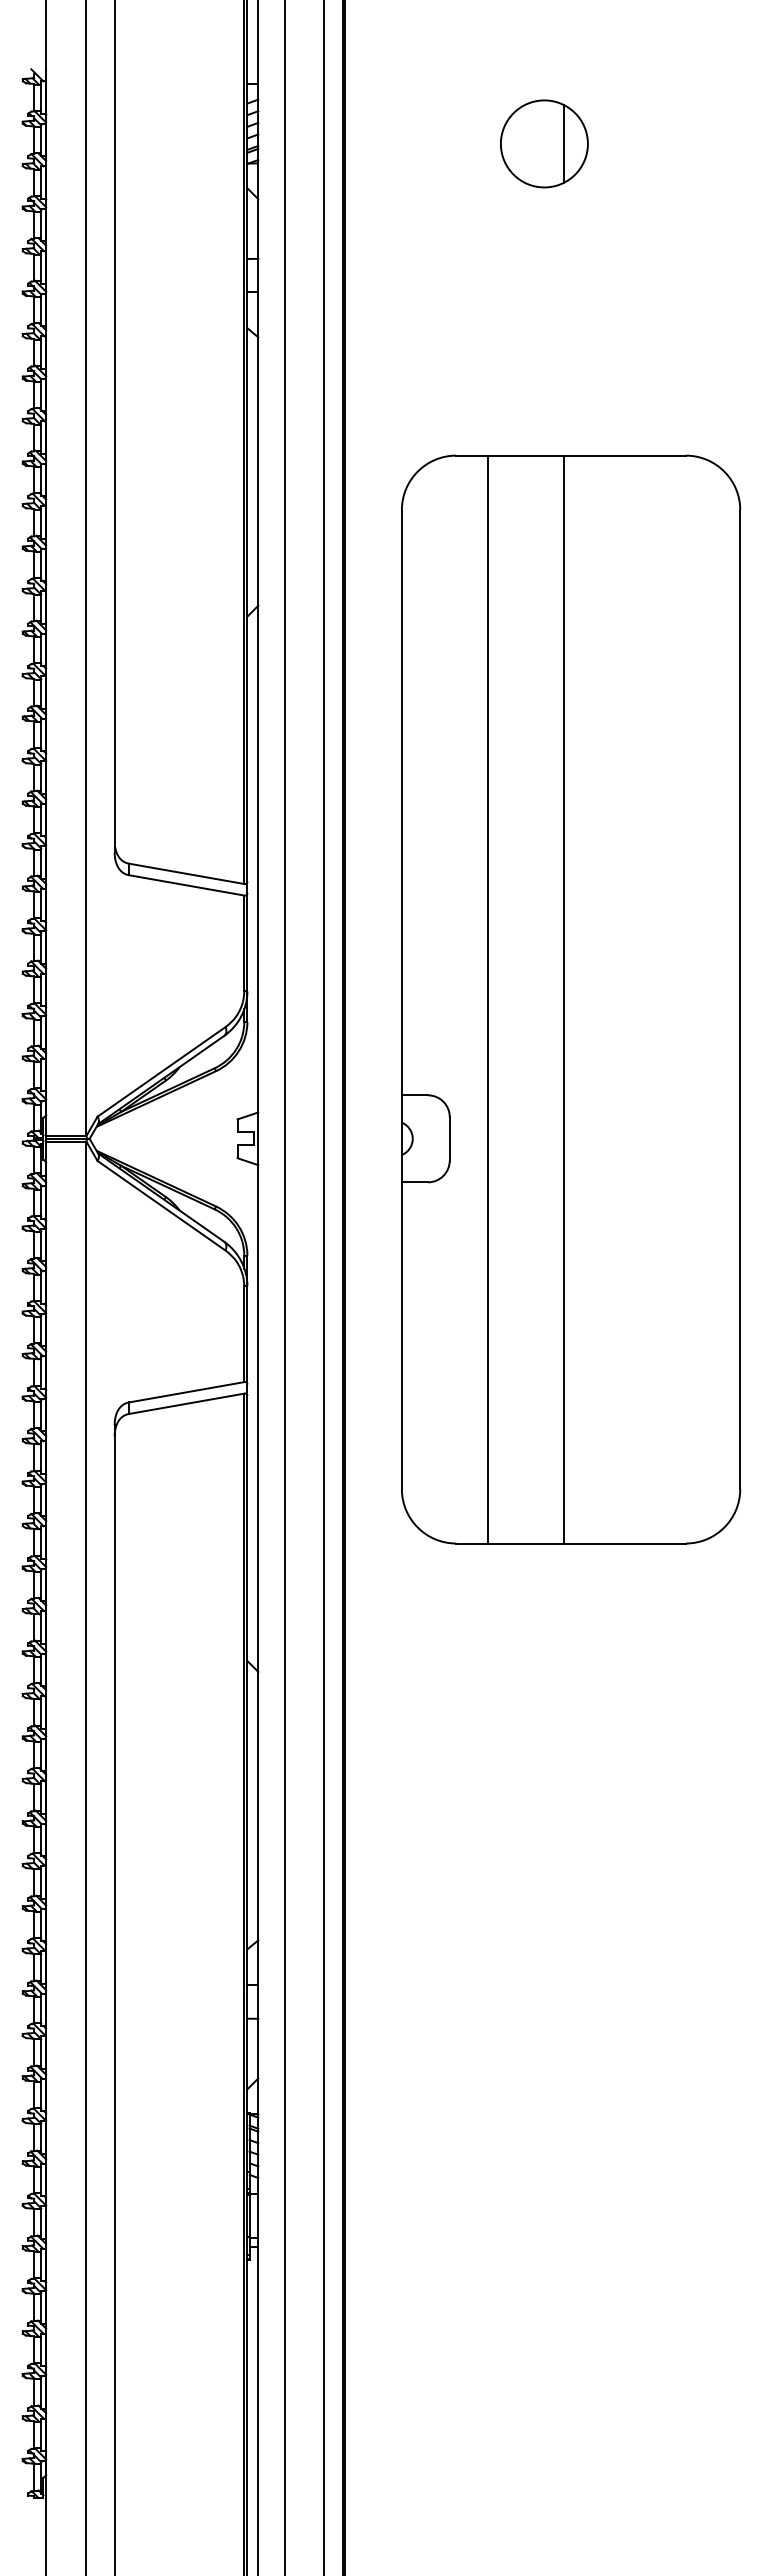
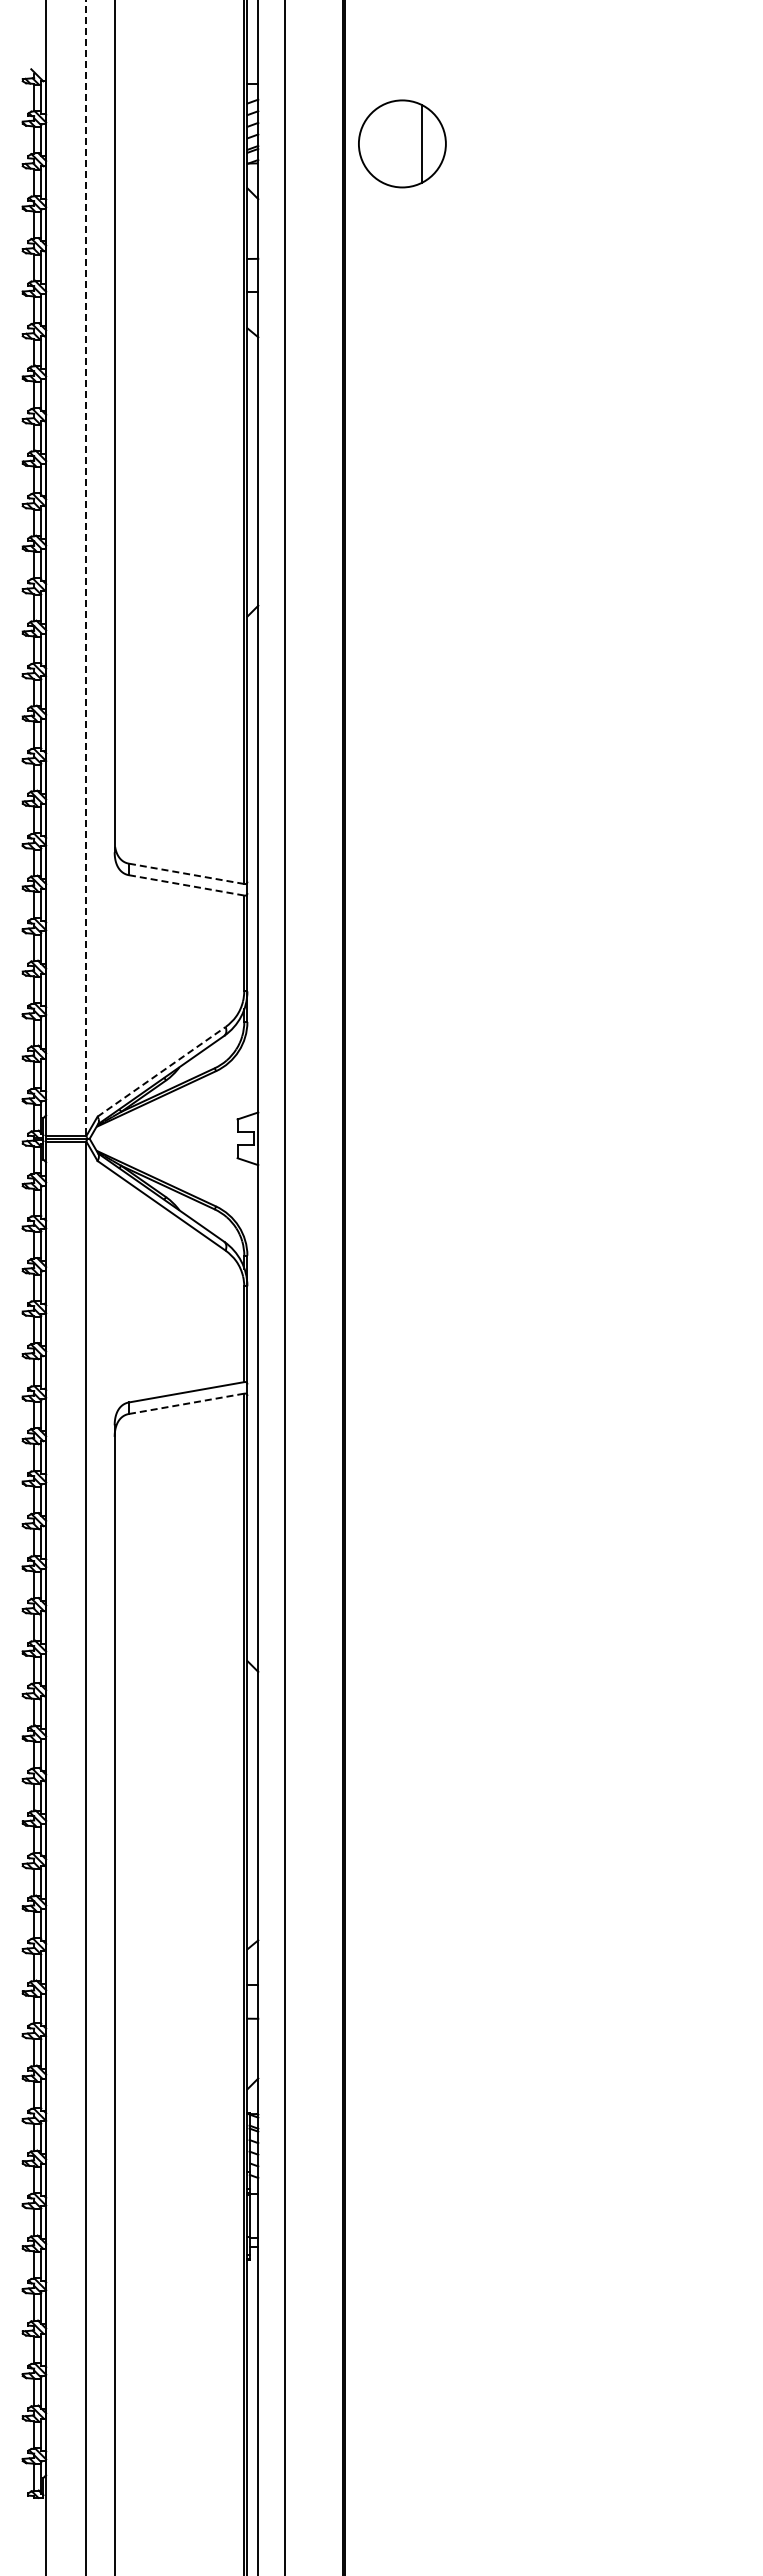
part at (544, 143) position: (544, 143) -> (402, 143)
line at (86, 568): solid -> dashed
line at (186, 873): solid -> dashed
line at (186, 885): solid -> dashed
part at (571, 999): present -> none
line at (162, 1071): solid -> dashed
line at (323, 1287): present -> none
line at (186, 1403): solid -> dashed
